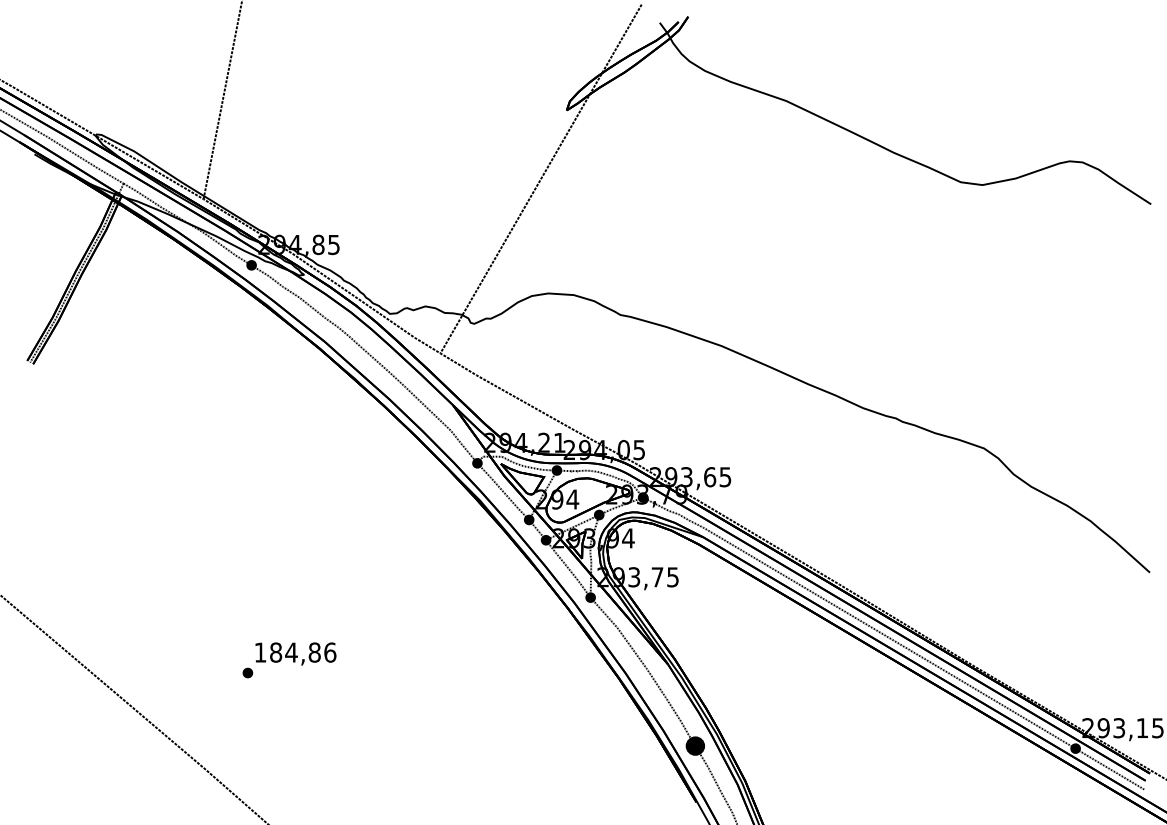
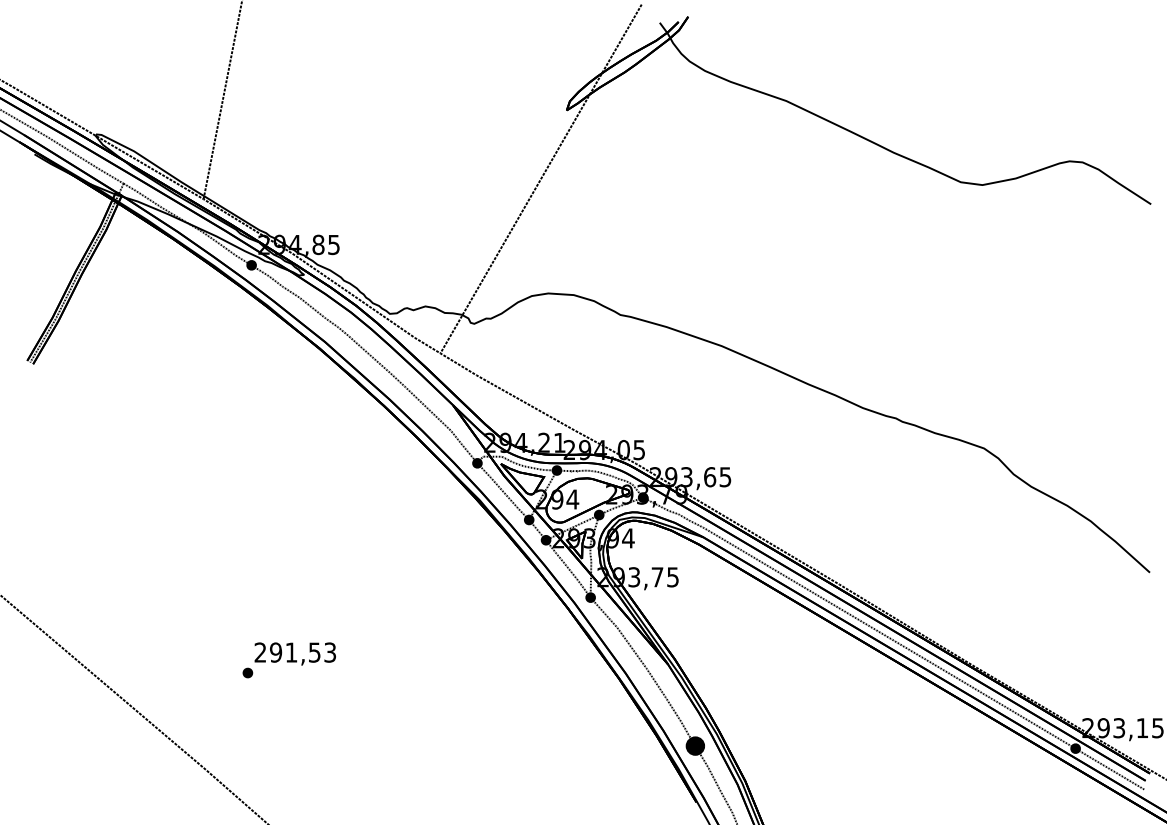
text at (295, 652): 184,86 -> 291,53
